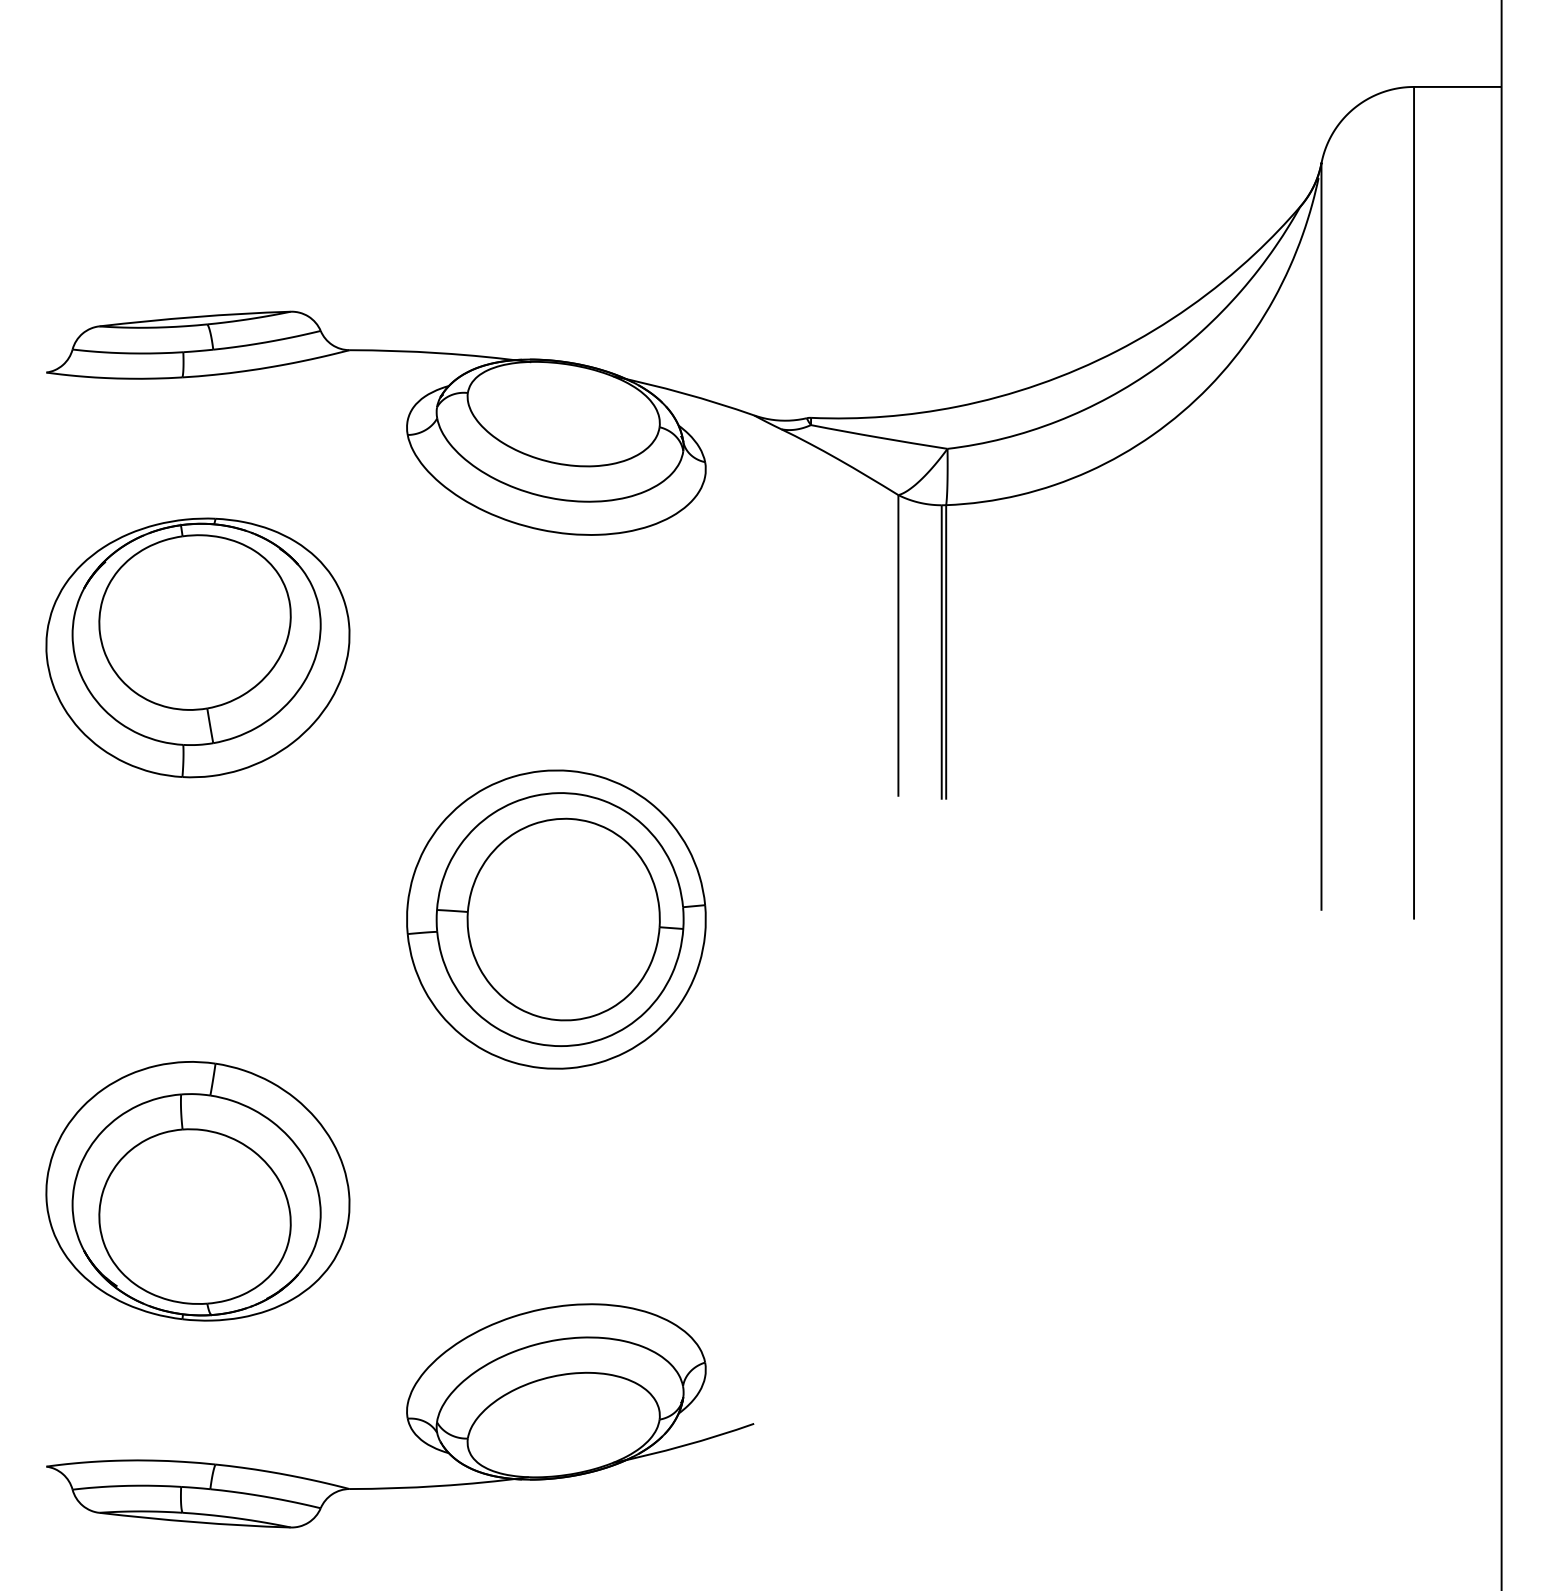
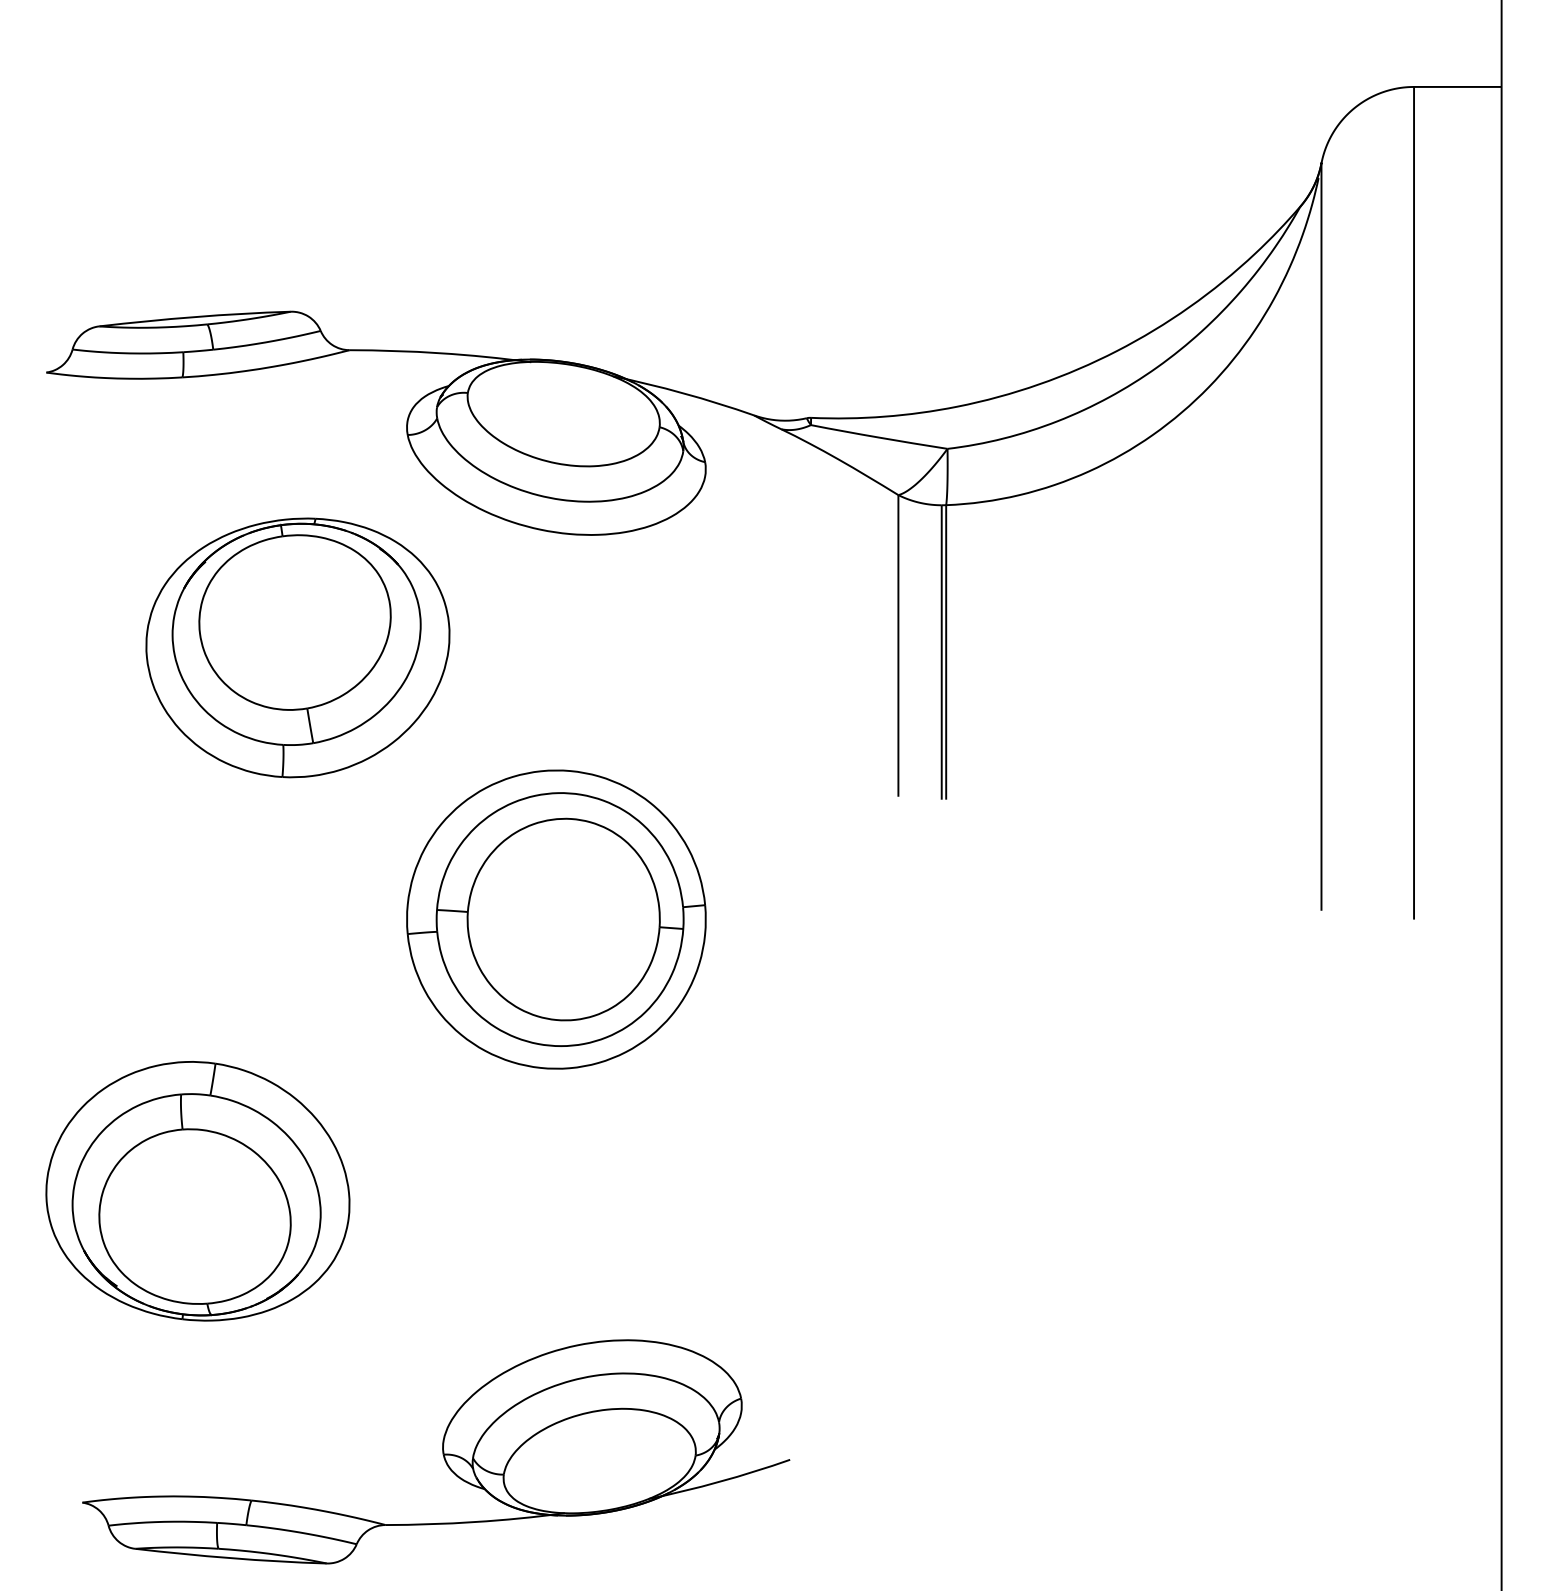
part at (197, 647) position: (197, 647) -> (297, 647)
part at (400, 1415) position: (400, 1415) -> (436, 1451)
